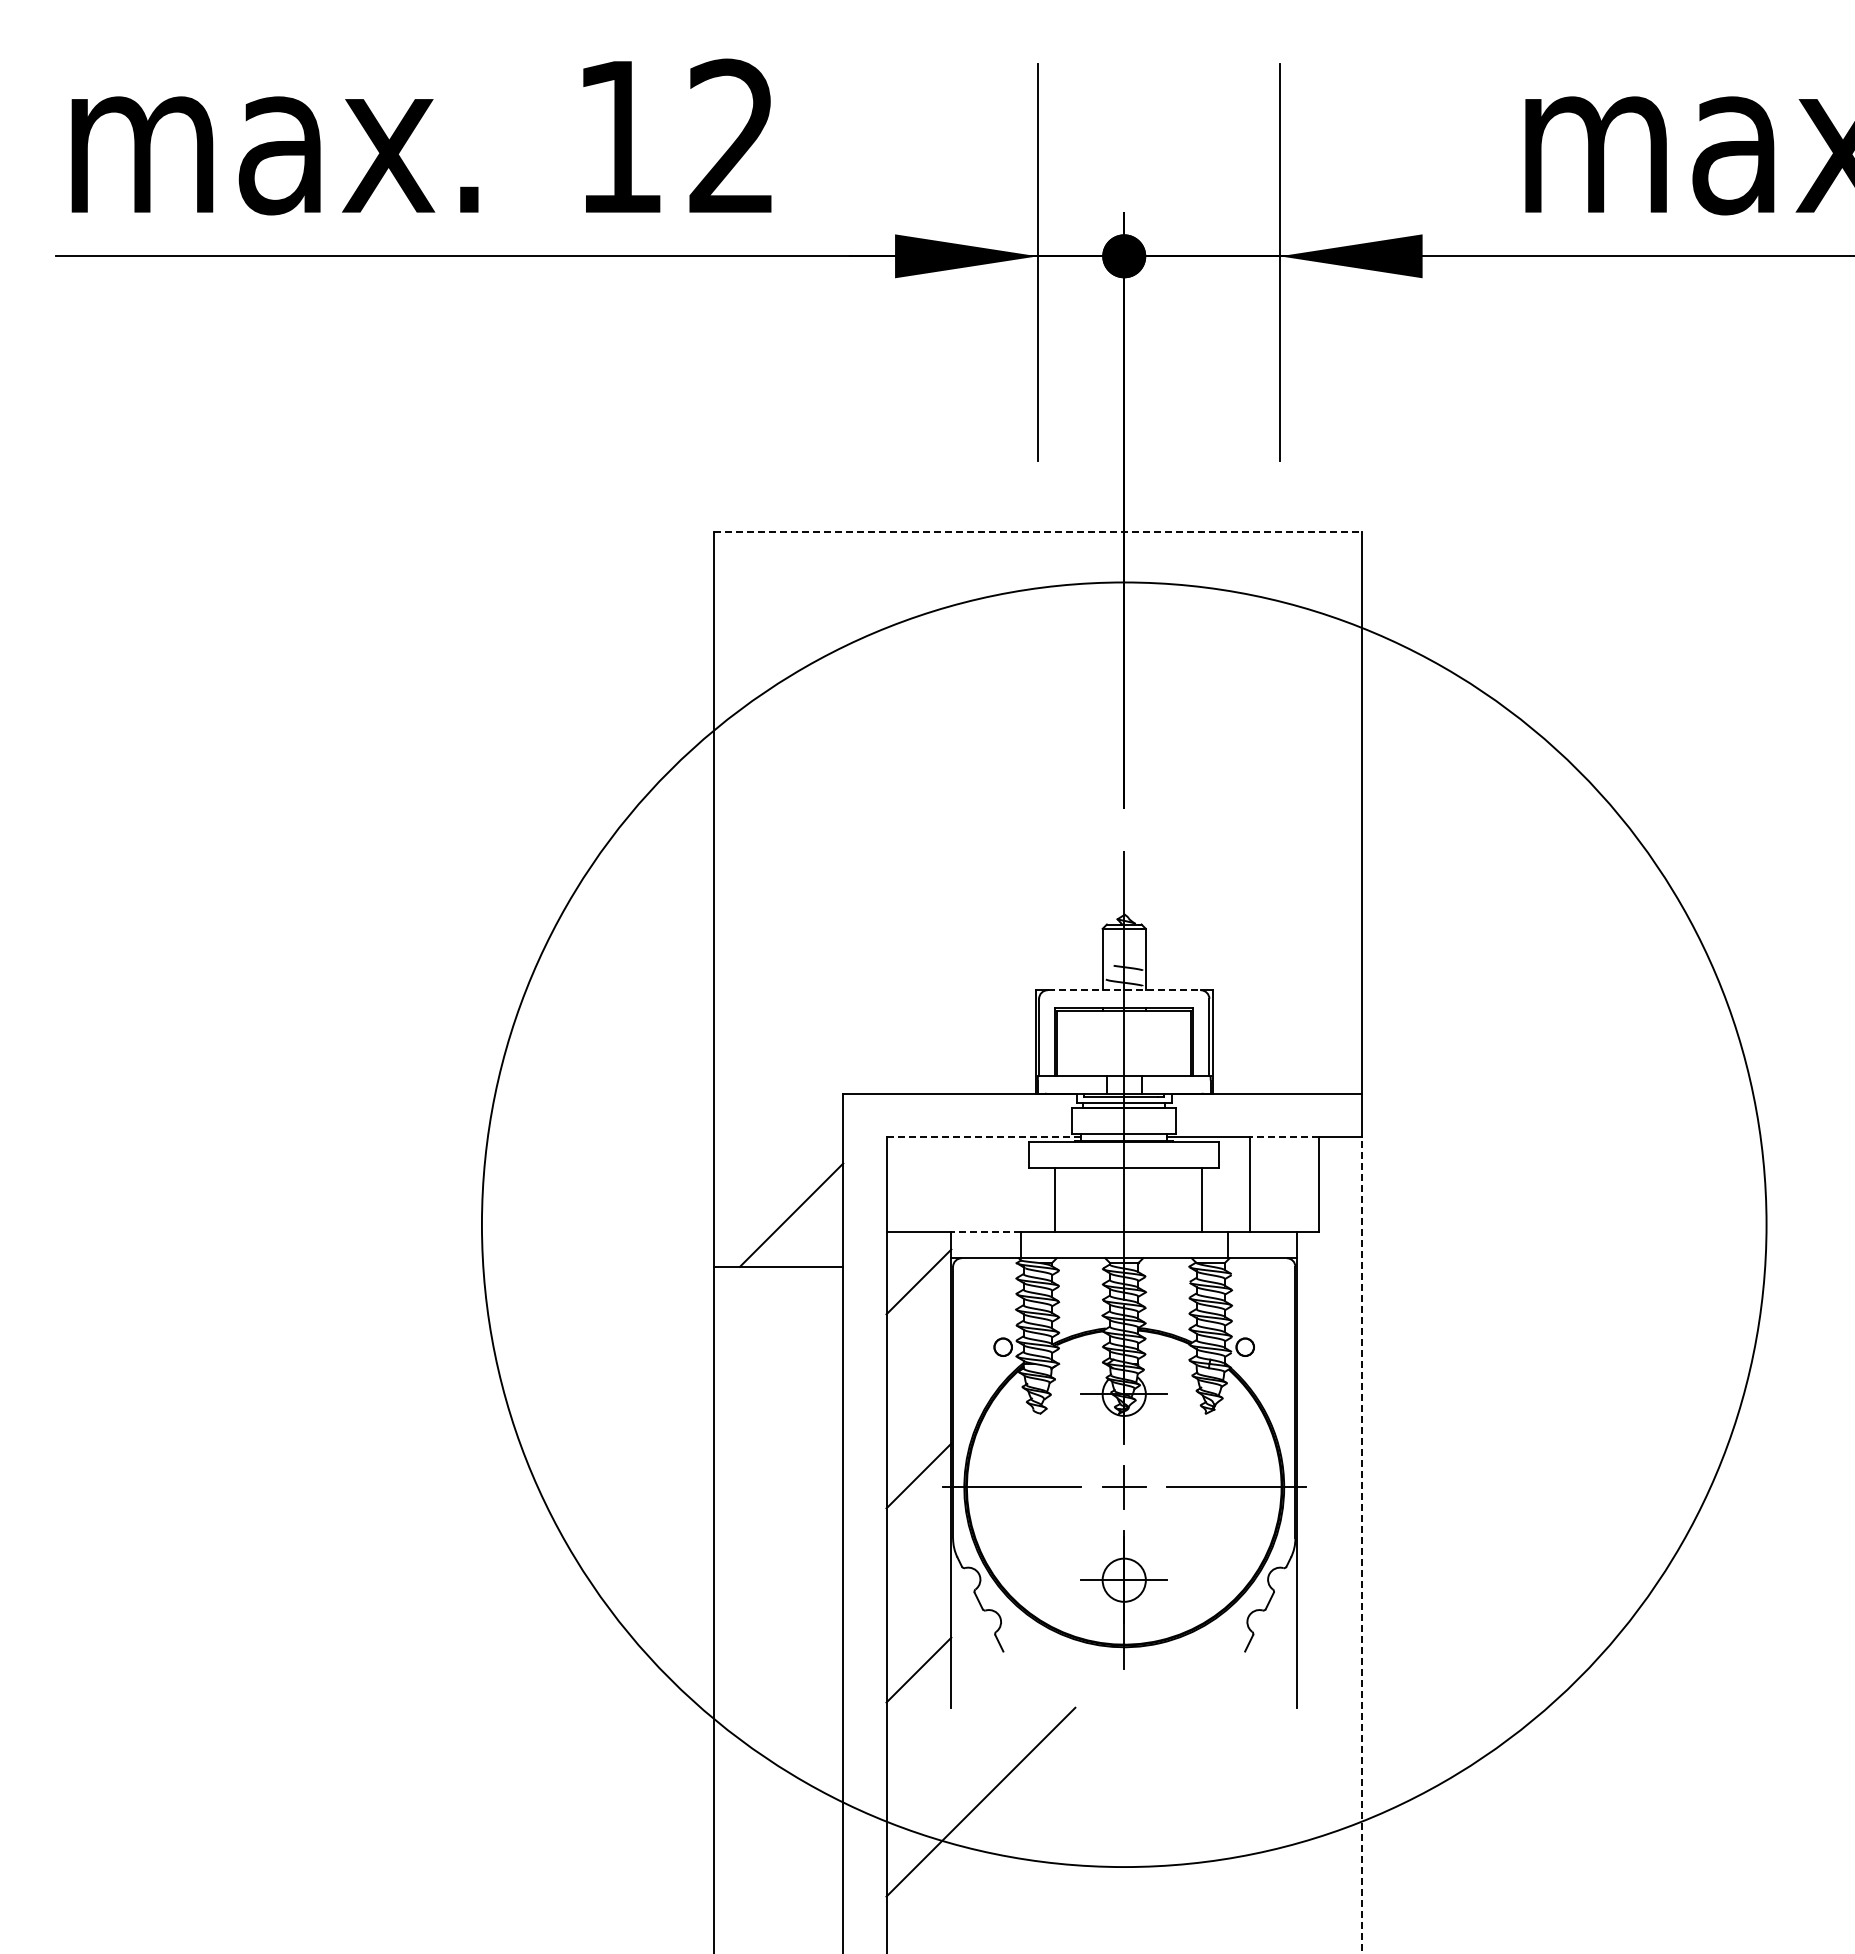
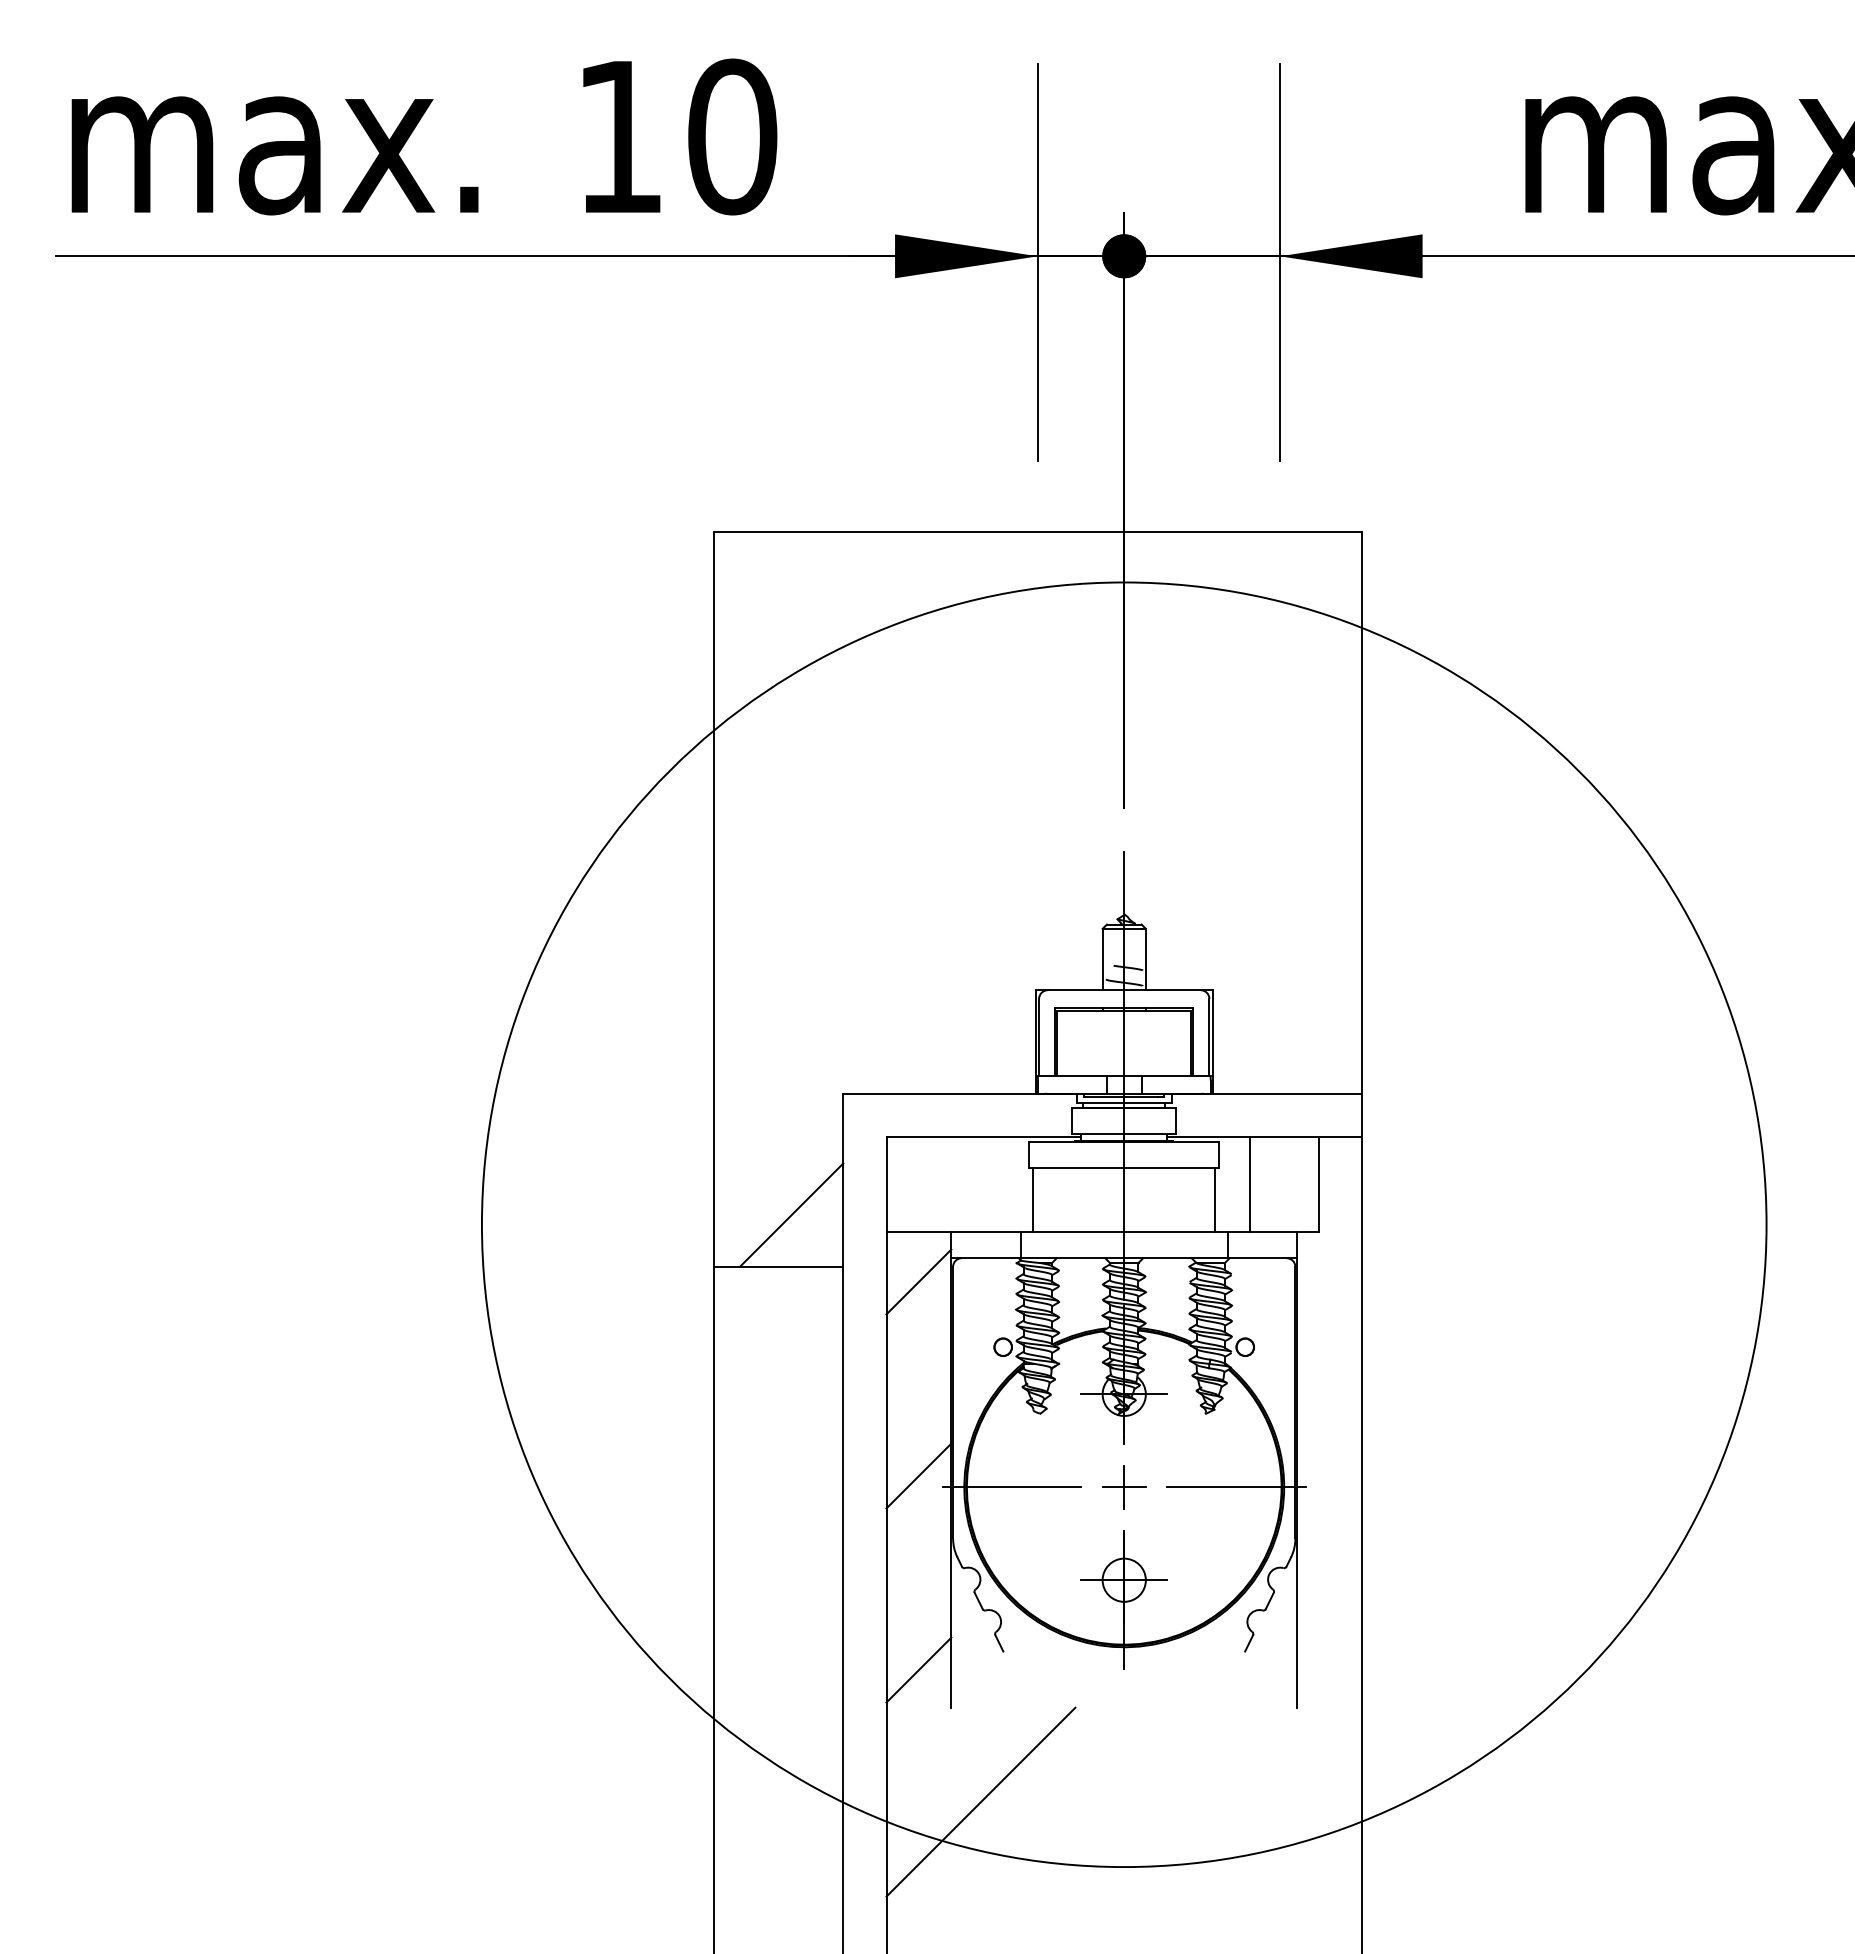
text at (732, 136): 12 -> 10
line at (1038, 532): dashed -> solid
line at (1124, 990): dashed -> solid
line at (983, 1137): dashed -> solid
line at (1284, 1137): dashed -> solid
line at (1055, 1200) position: (1055, 1200) -> (1033, 1200)
line at (1202, 1200) position: (1202, 1200) -> (1215, 1200)
line at (985, 1232): dashed -> solid
line at (1361, 1545): dashed -> solid
